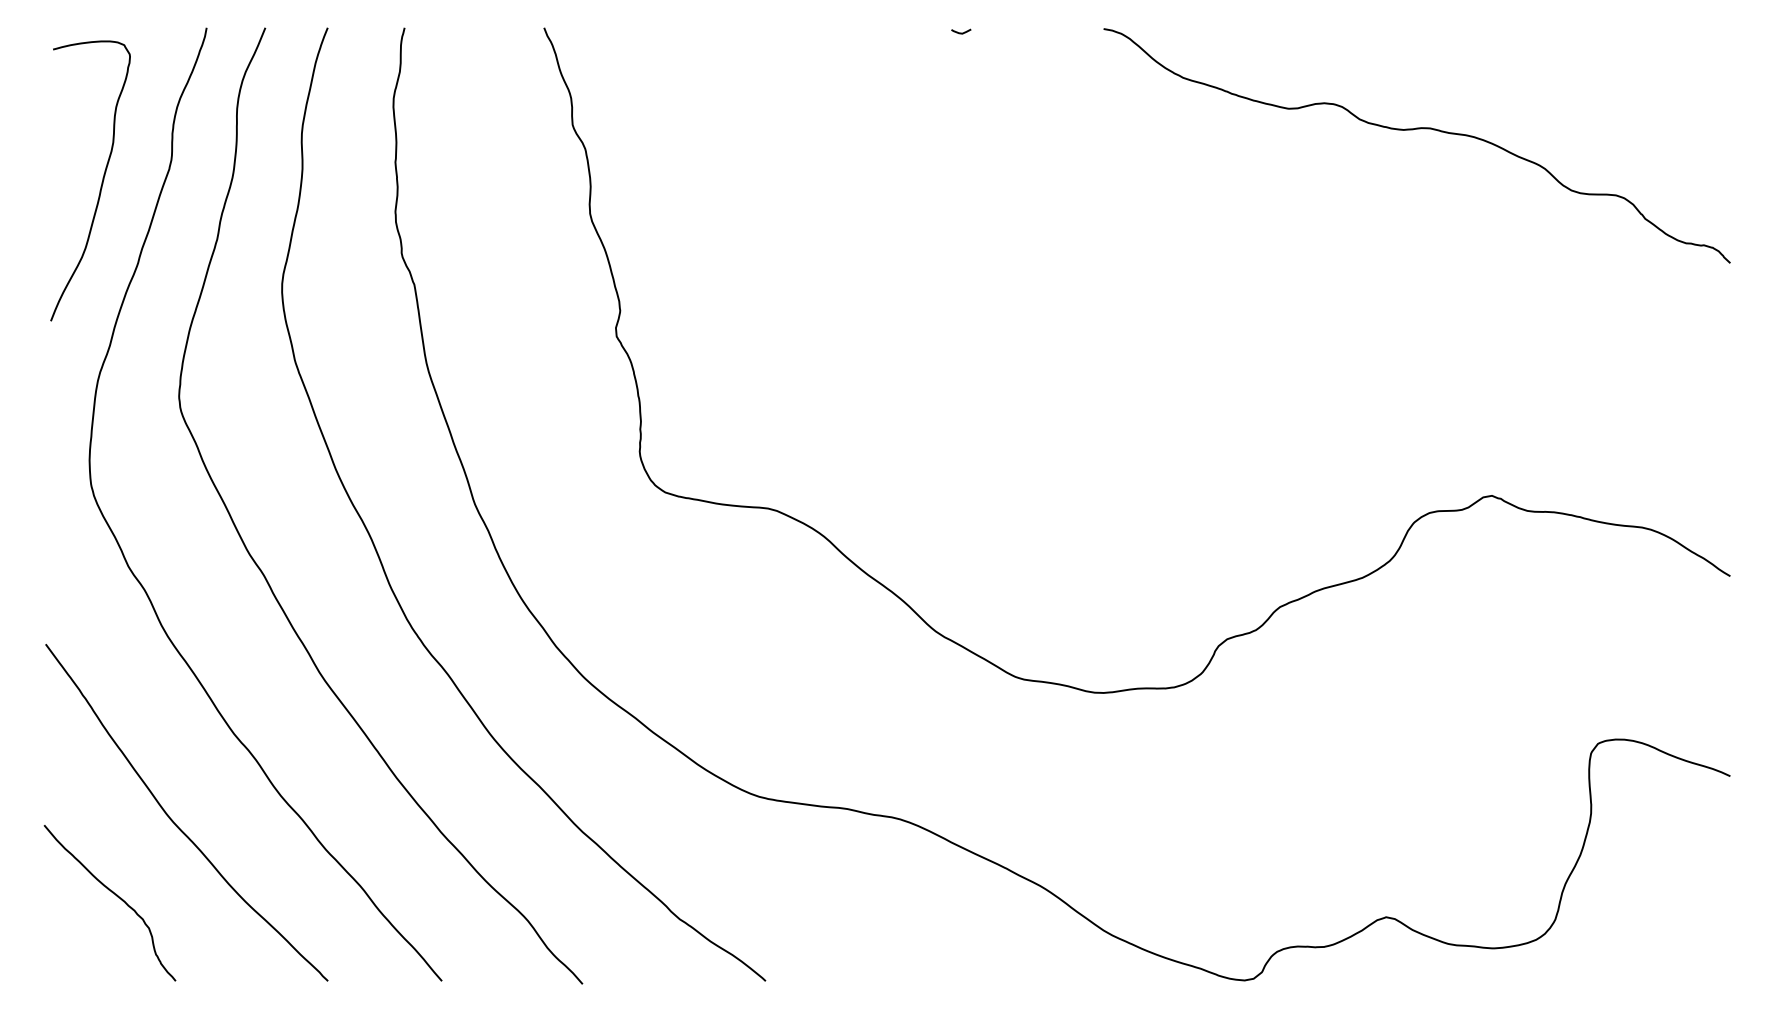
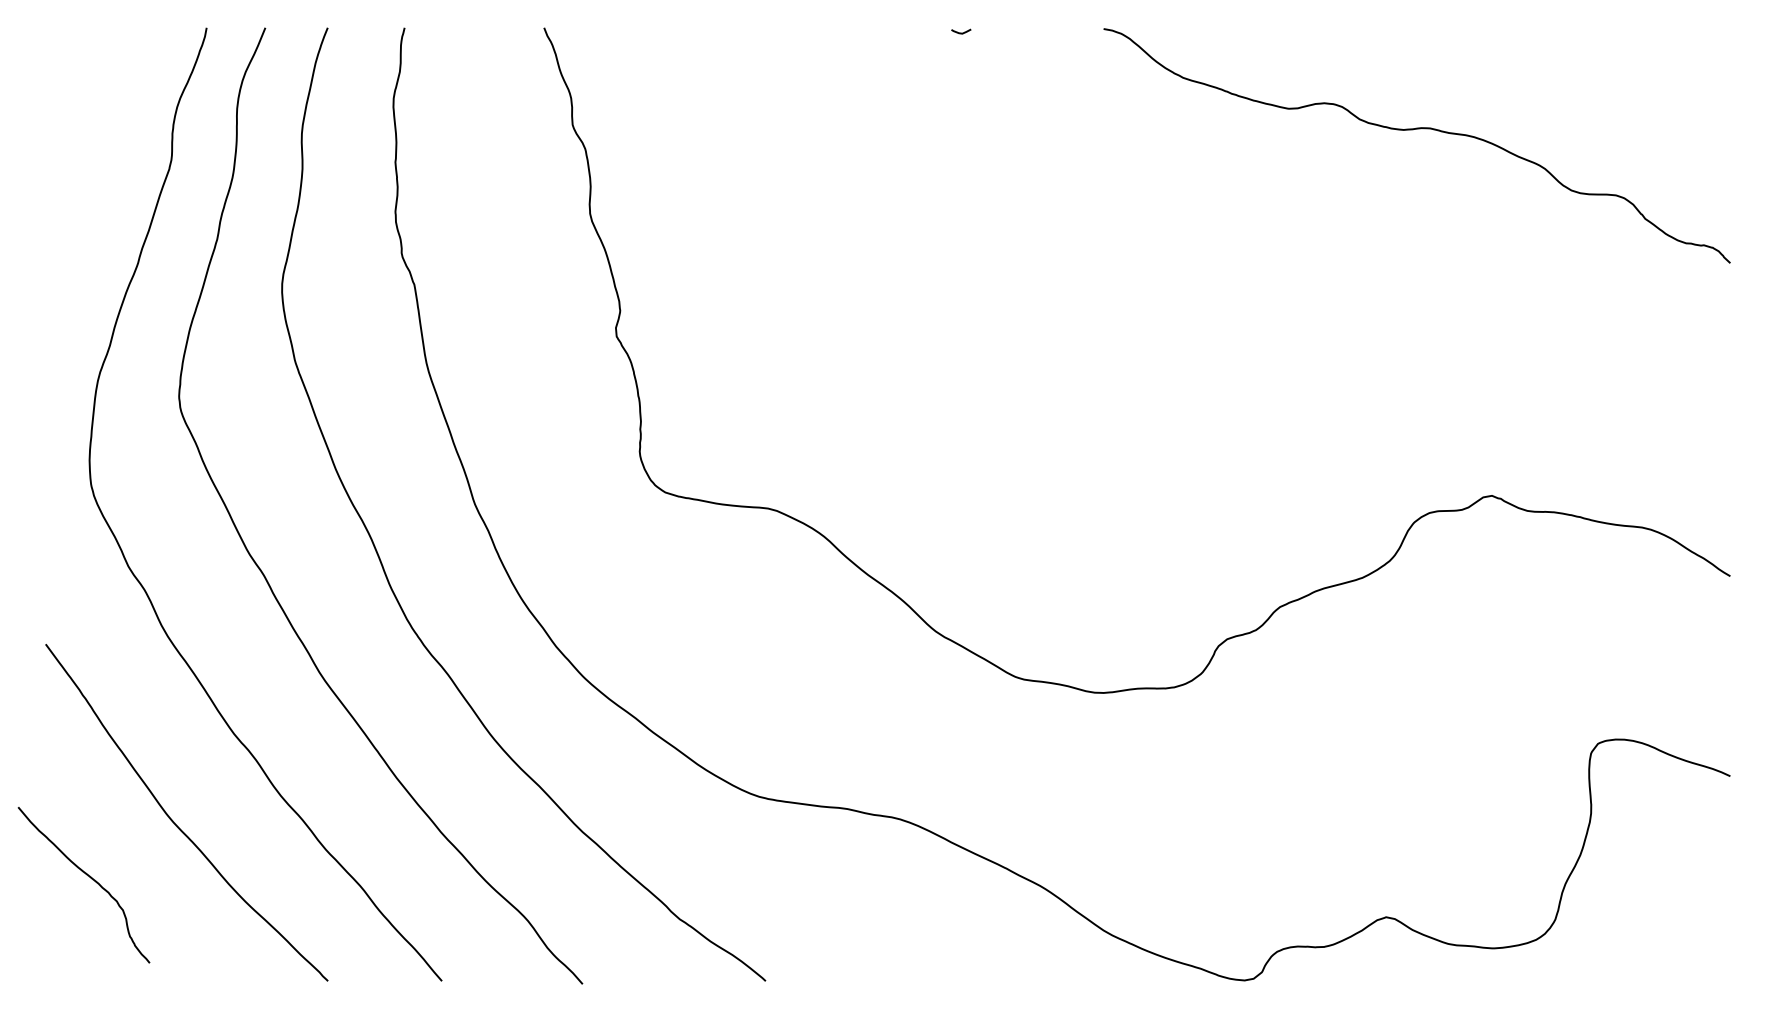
curve at (101, 182): present -> none
curve at (116, 896) position: (116, 896) -> (90, 878)
